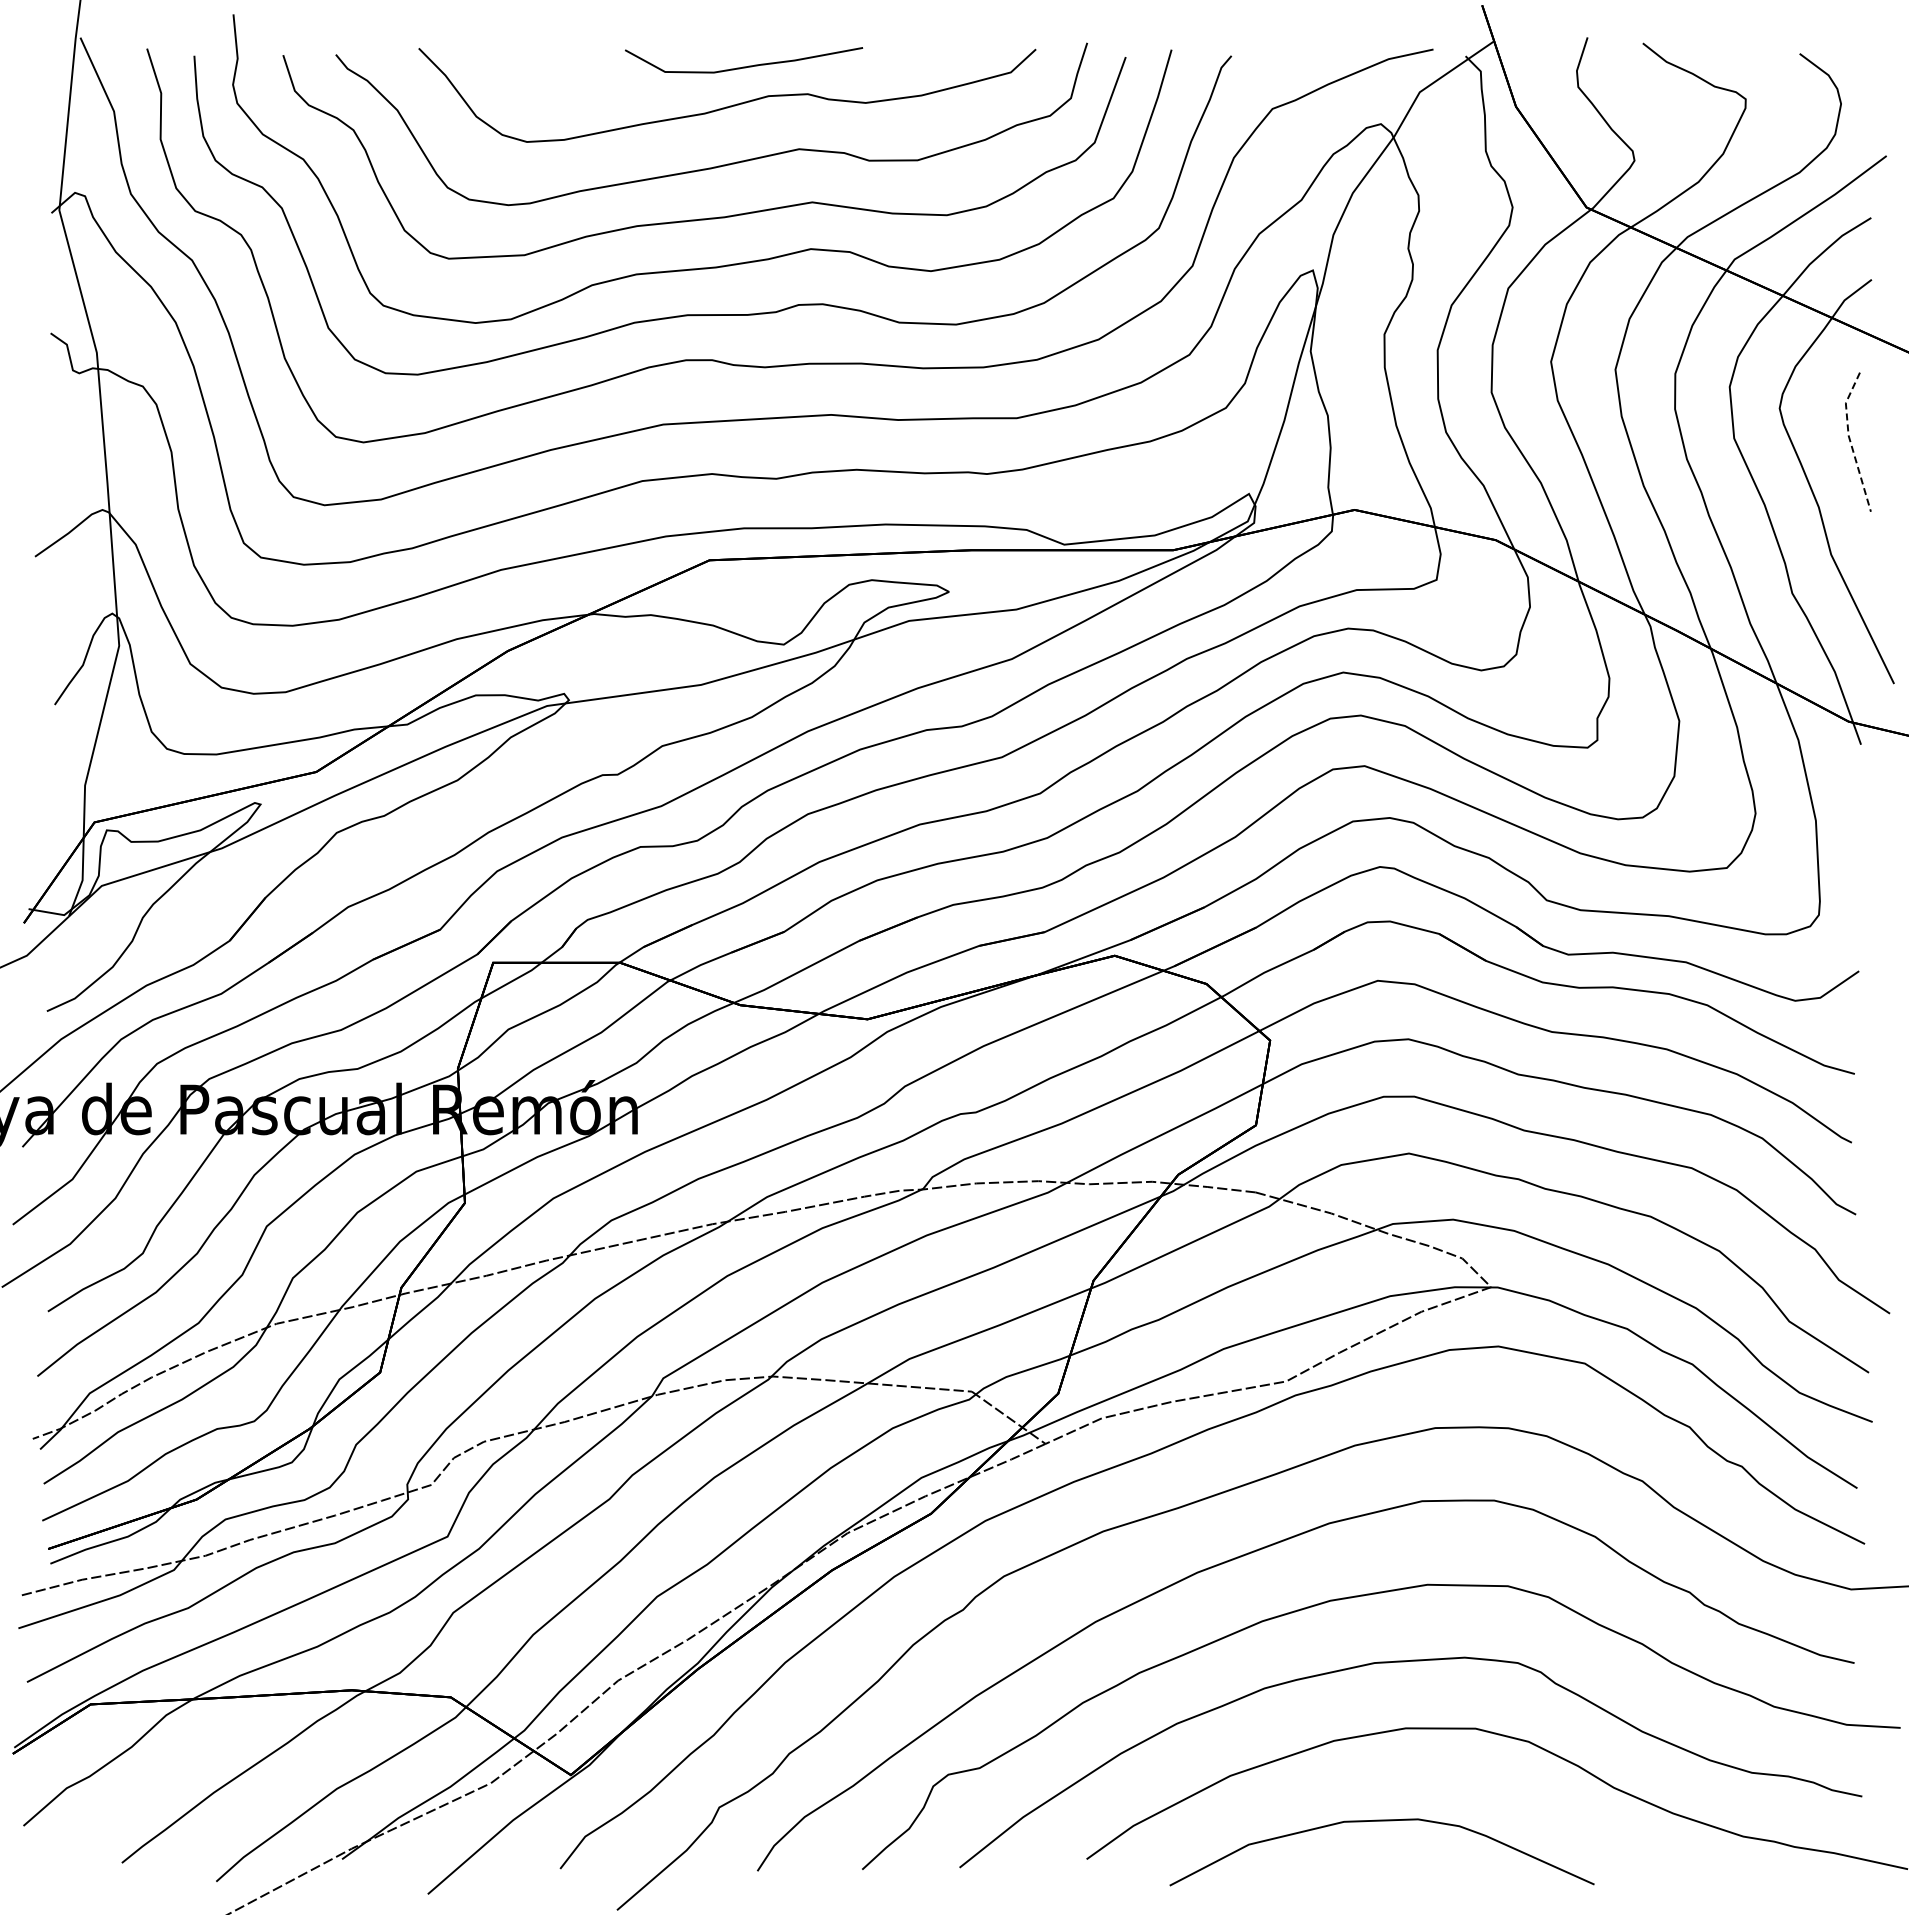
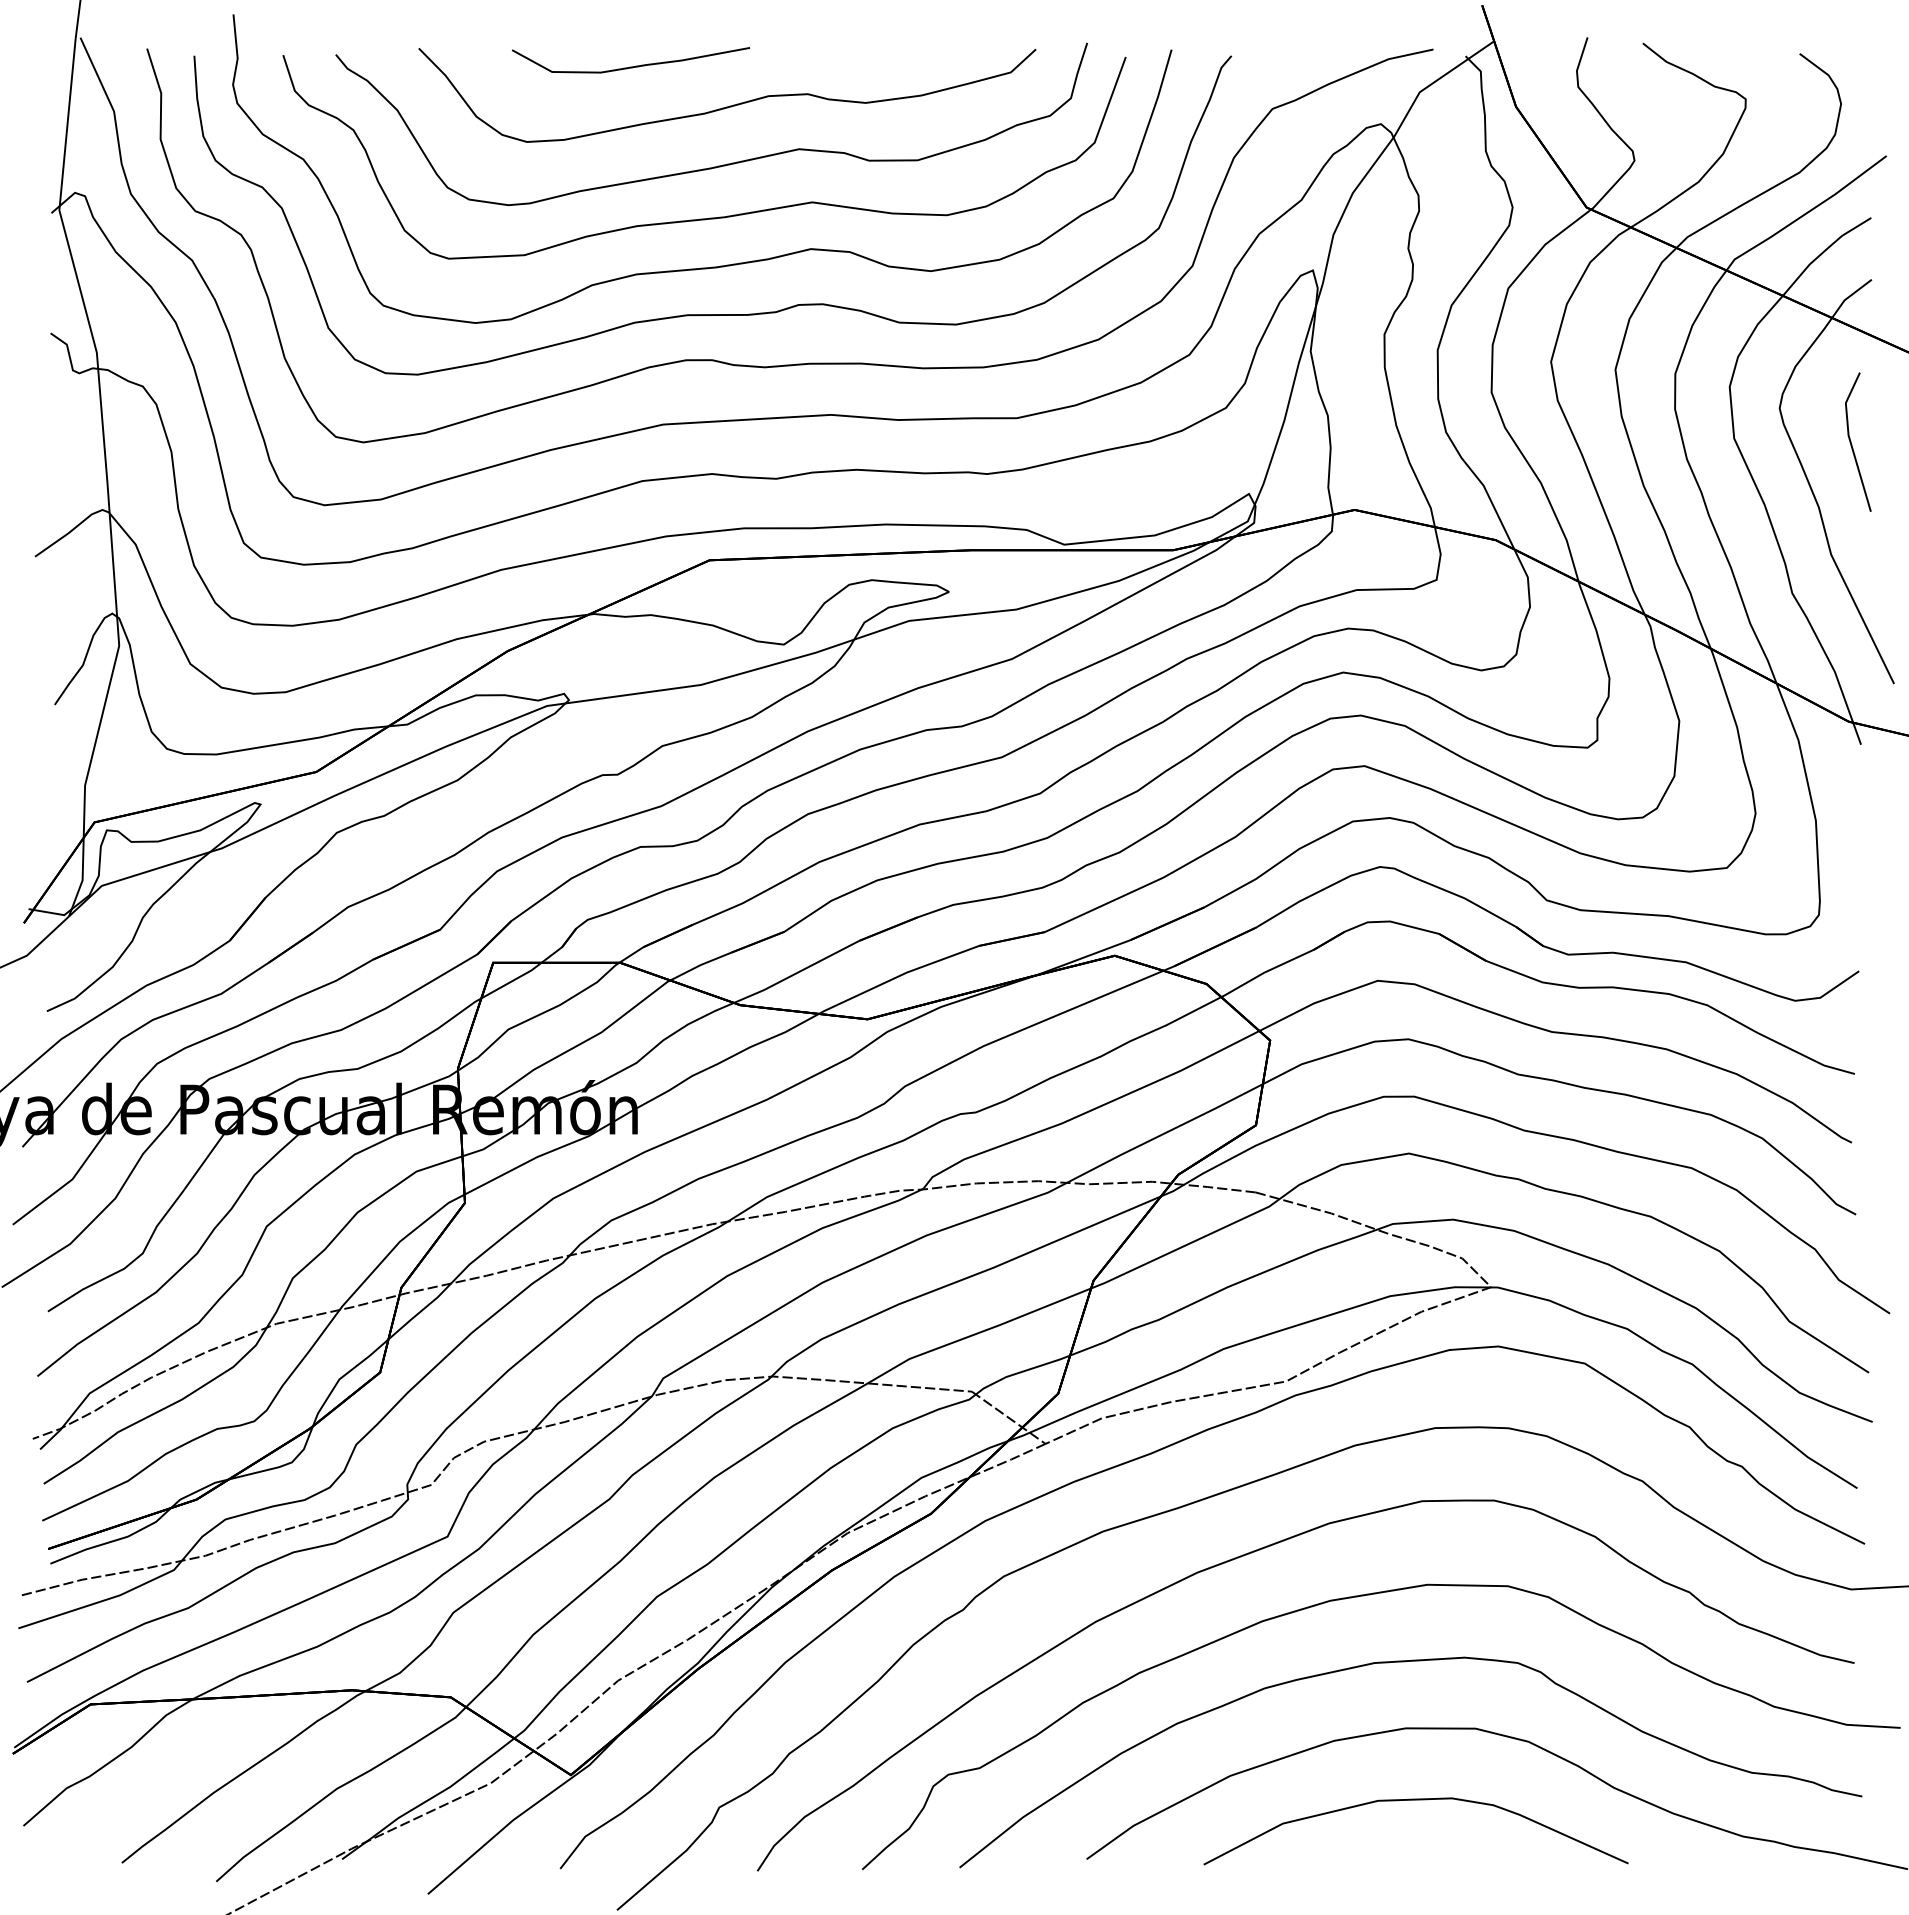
curve at (744, 66) position: (744, 66) -> (631, 66)
line at (1850, 441): dashed -> solid
curve at (1381, 1821) position: (1381, 1821) -> (1415, 1800)
